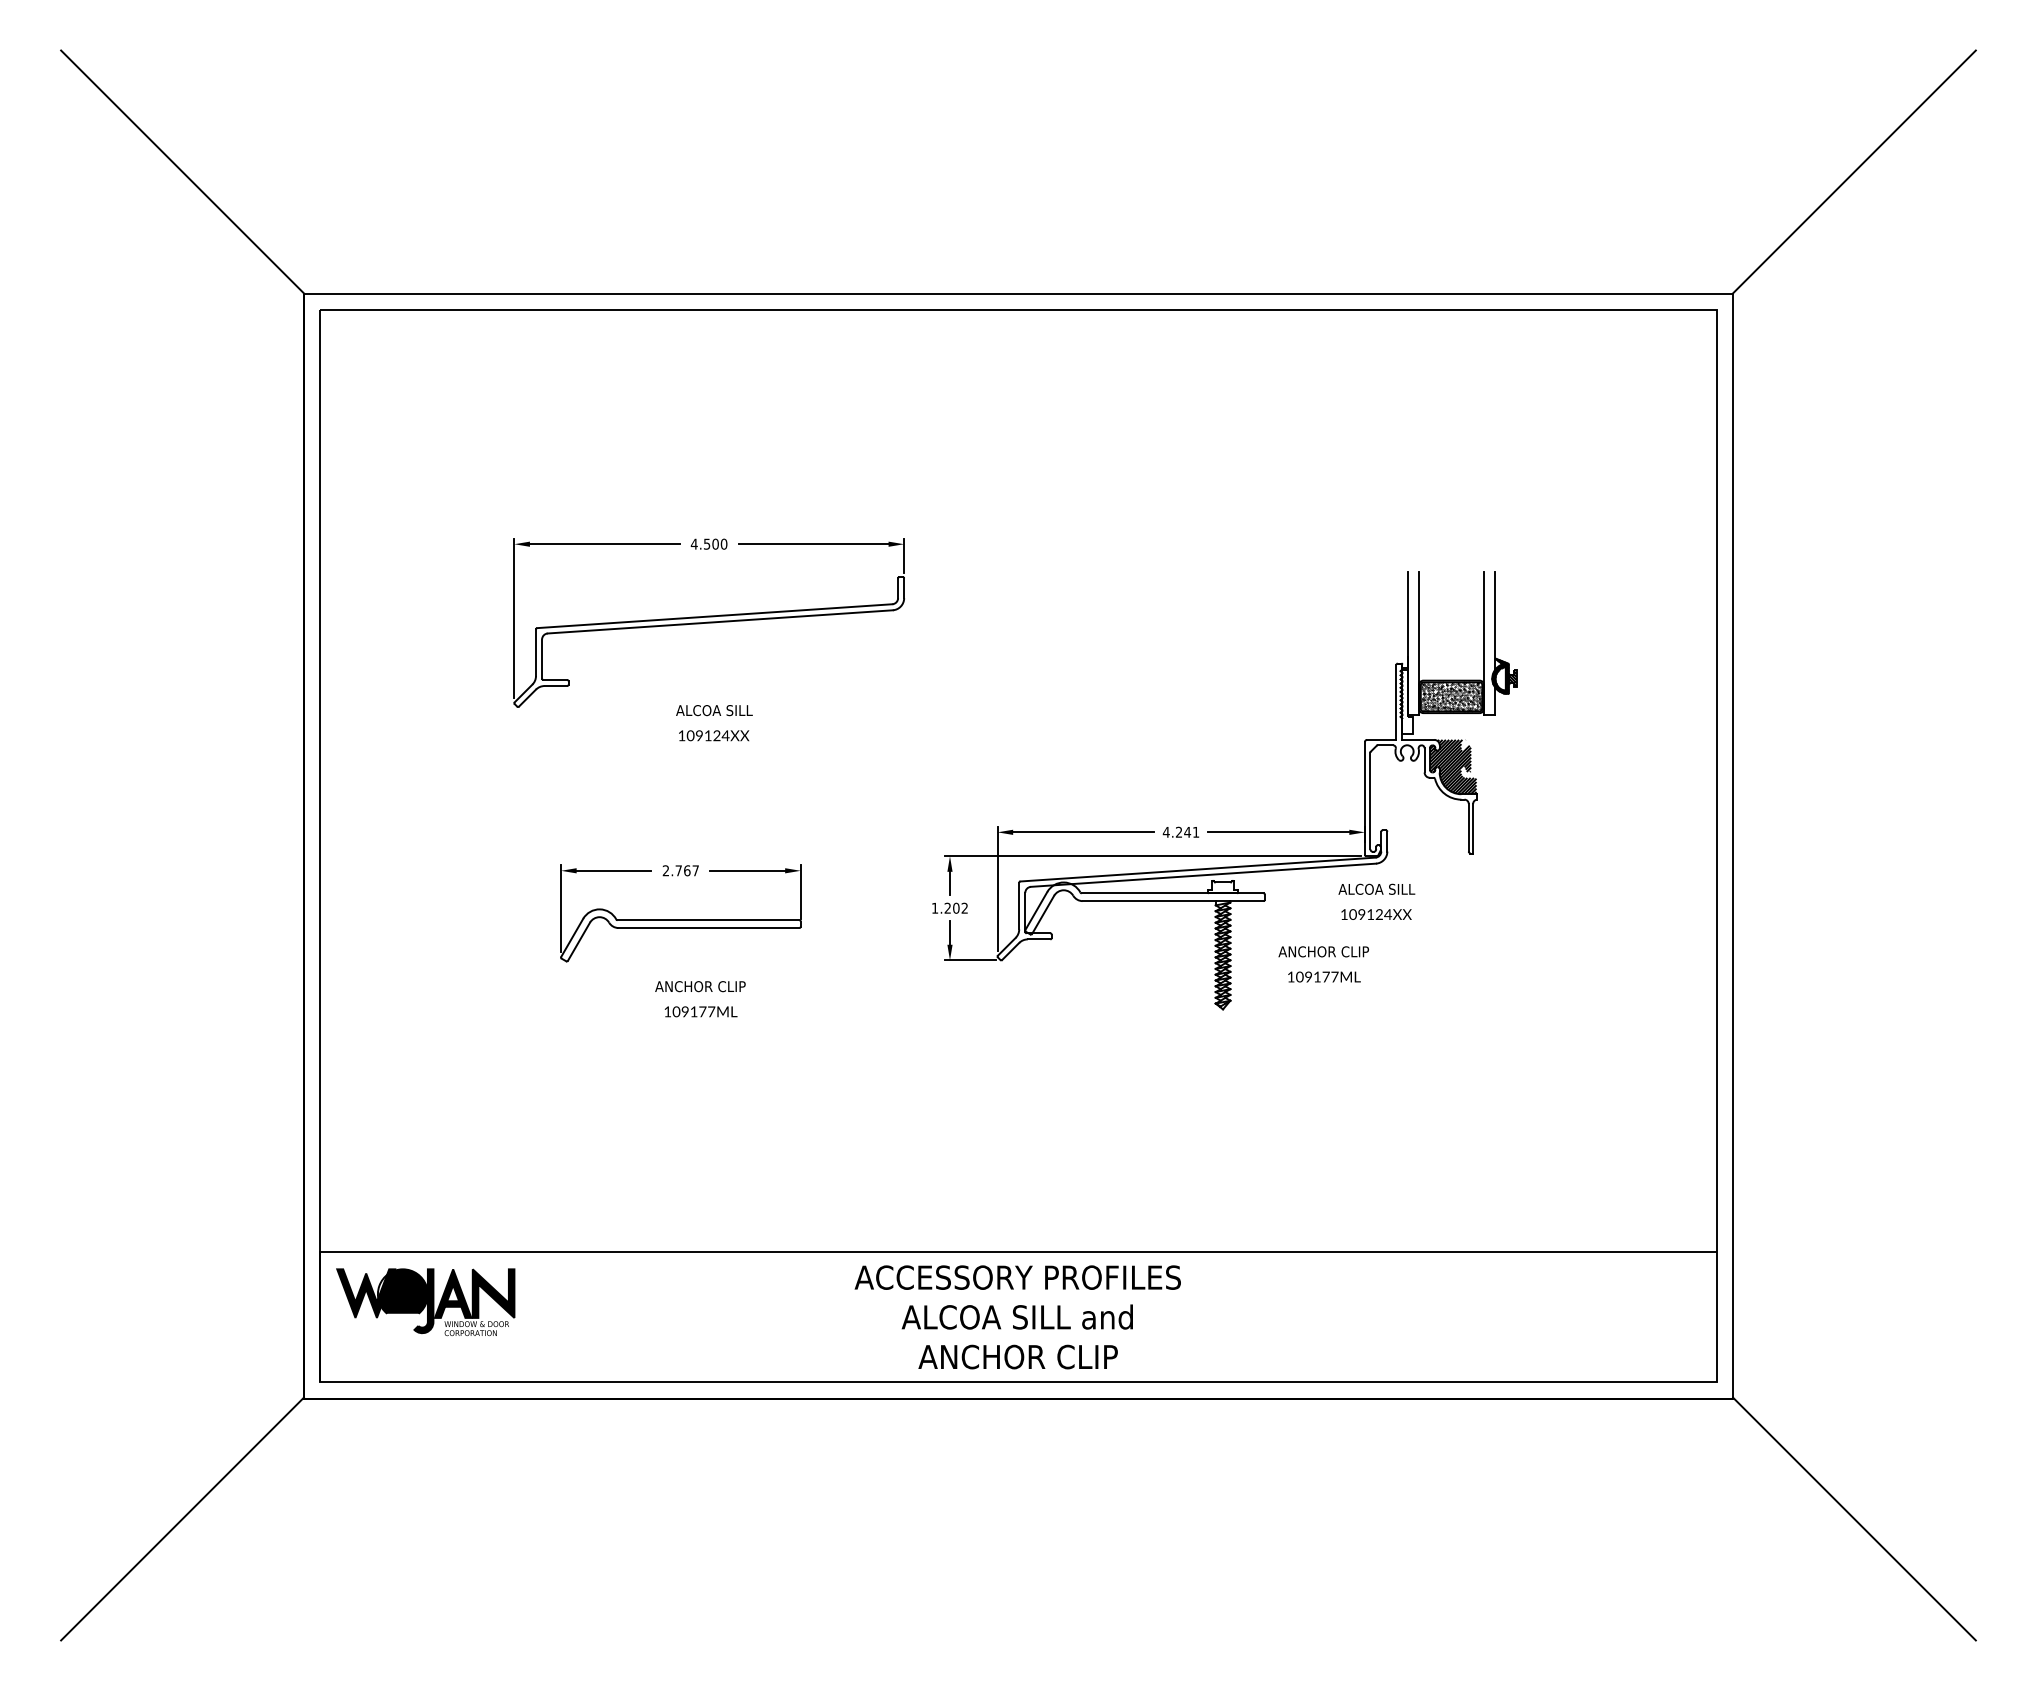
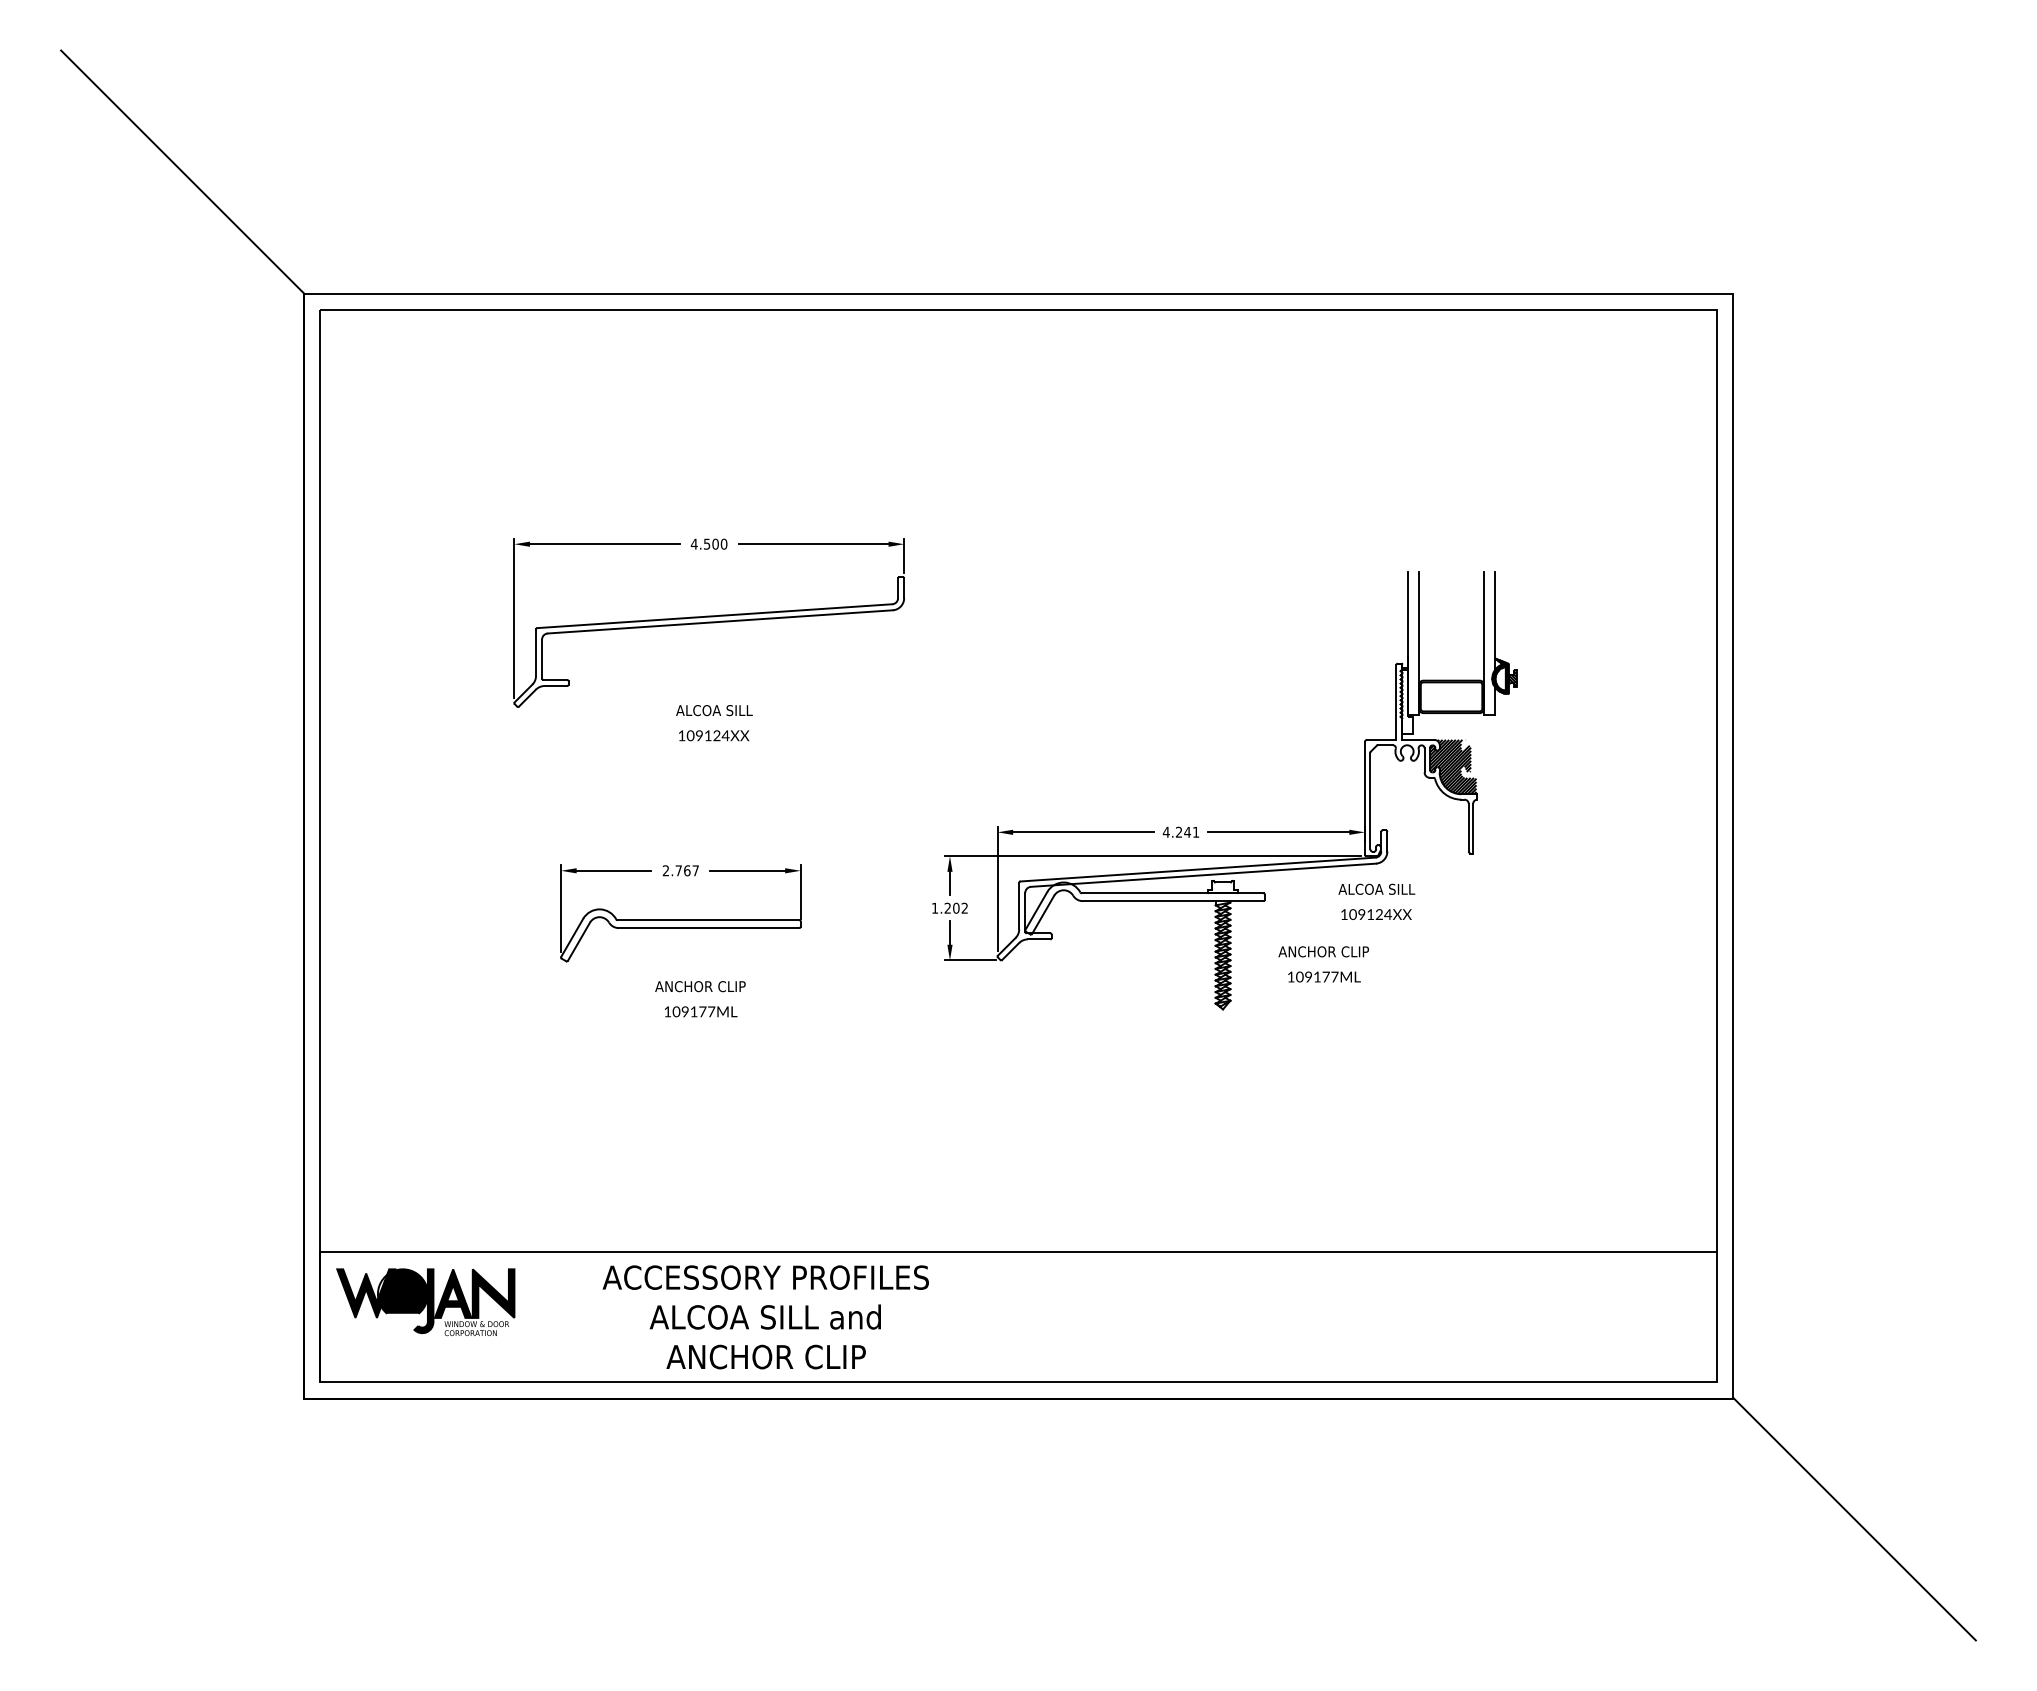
line at (1854, 171): present -> none
hatch at (1451, 696): present -> none
text at (1017, 1317) position: (1017, 1317) -> (765, 1317)
line at (182, 1518): present -> none
